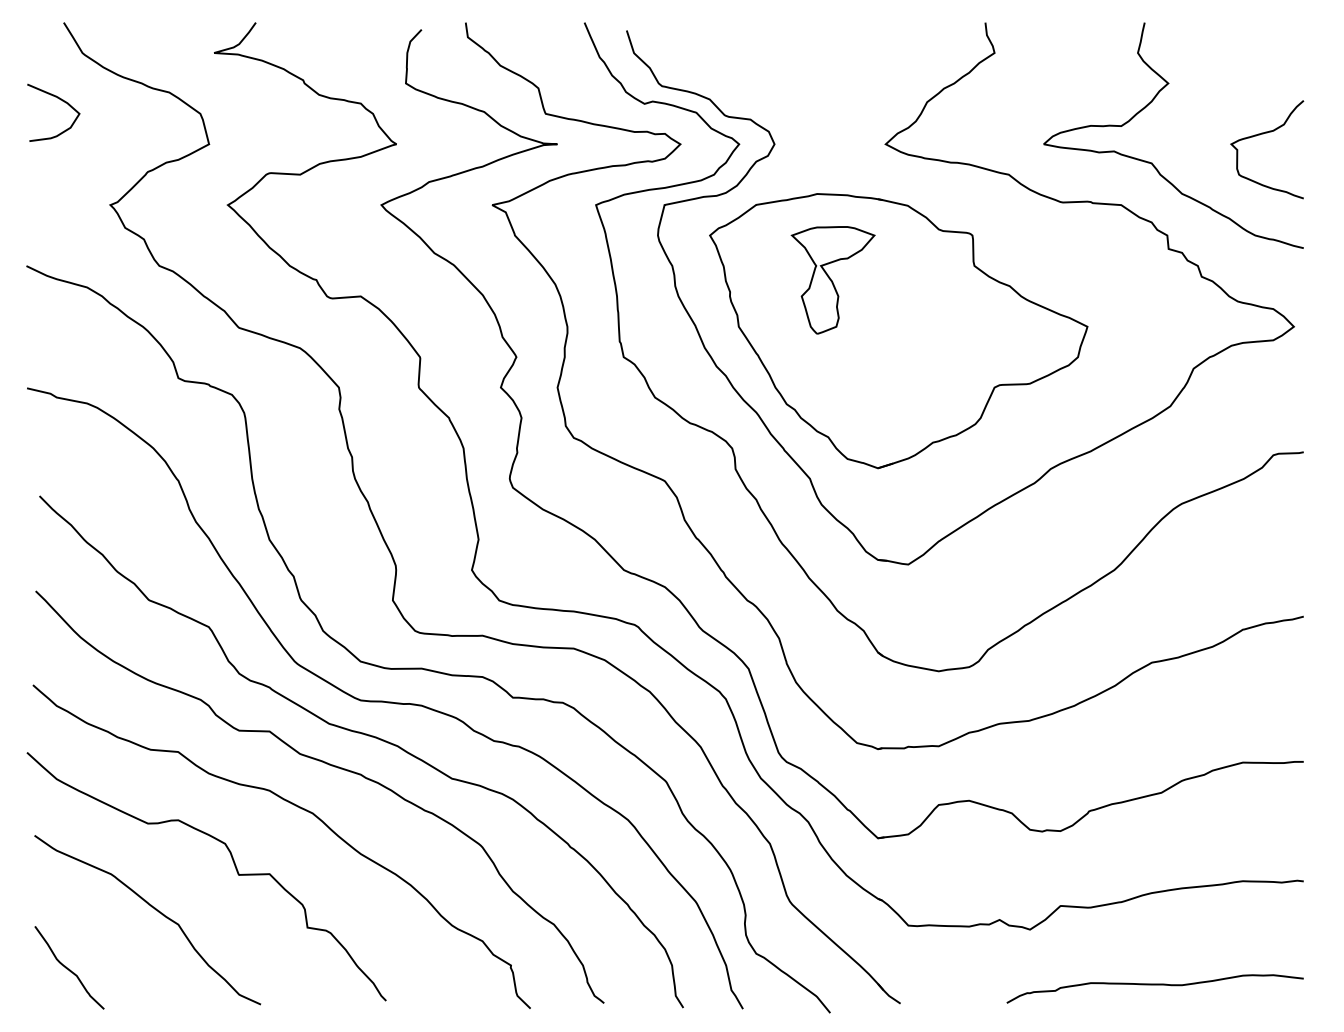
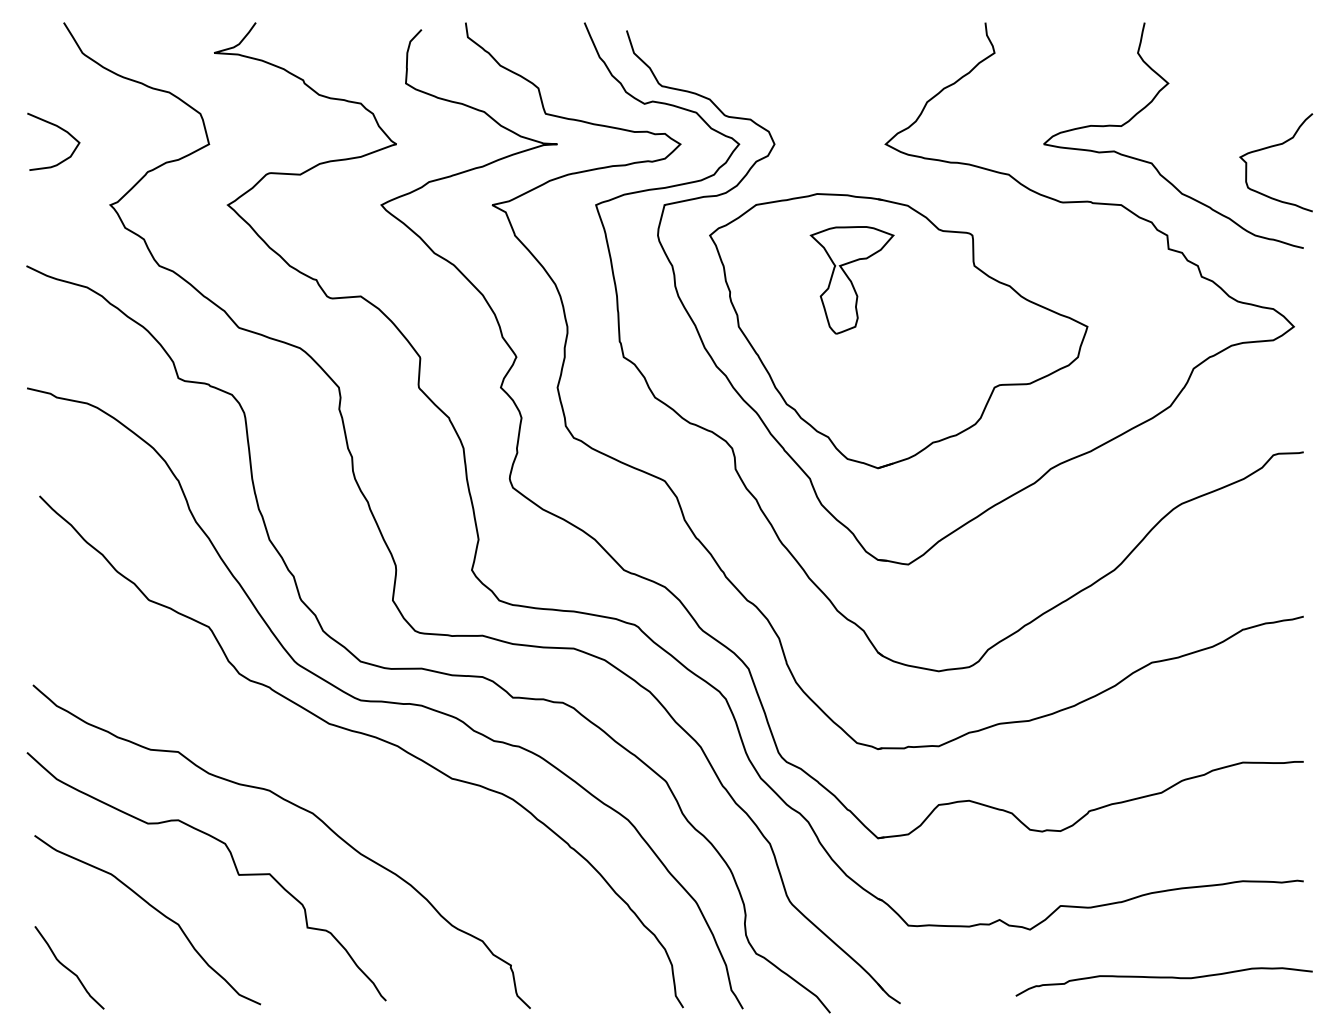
curve at (60, 100) position: (60, 100) -> (60, 129)
curve at (1263, 134) position: (1263, 134) -> (1272, 147)
part at (832, 280) position: (832, 280) -> (851, 280)
curve at (331, 766): present -> none
curve at (1154, 985) position: (1154, 985) -> (1163, 978)
